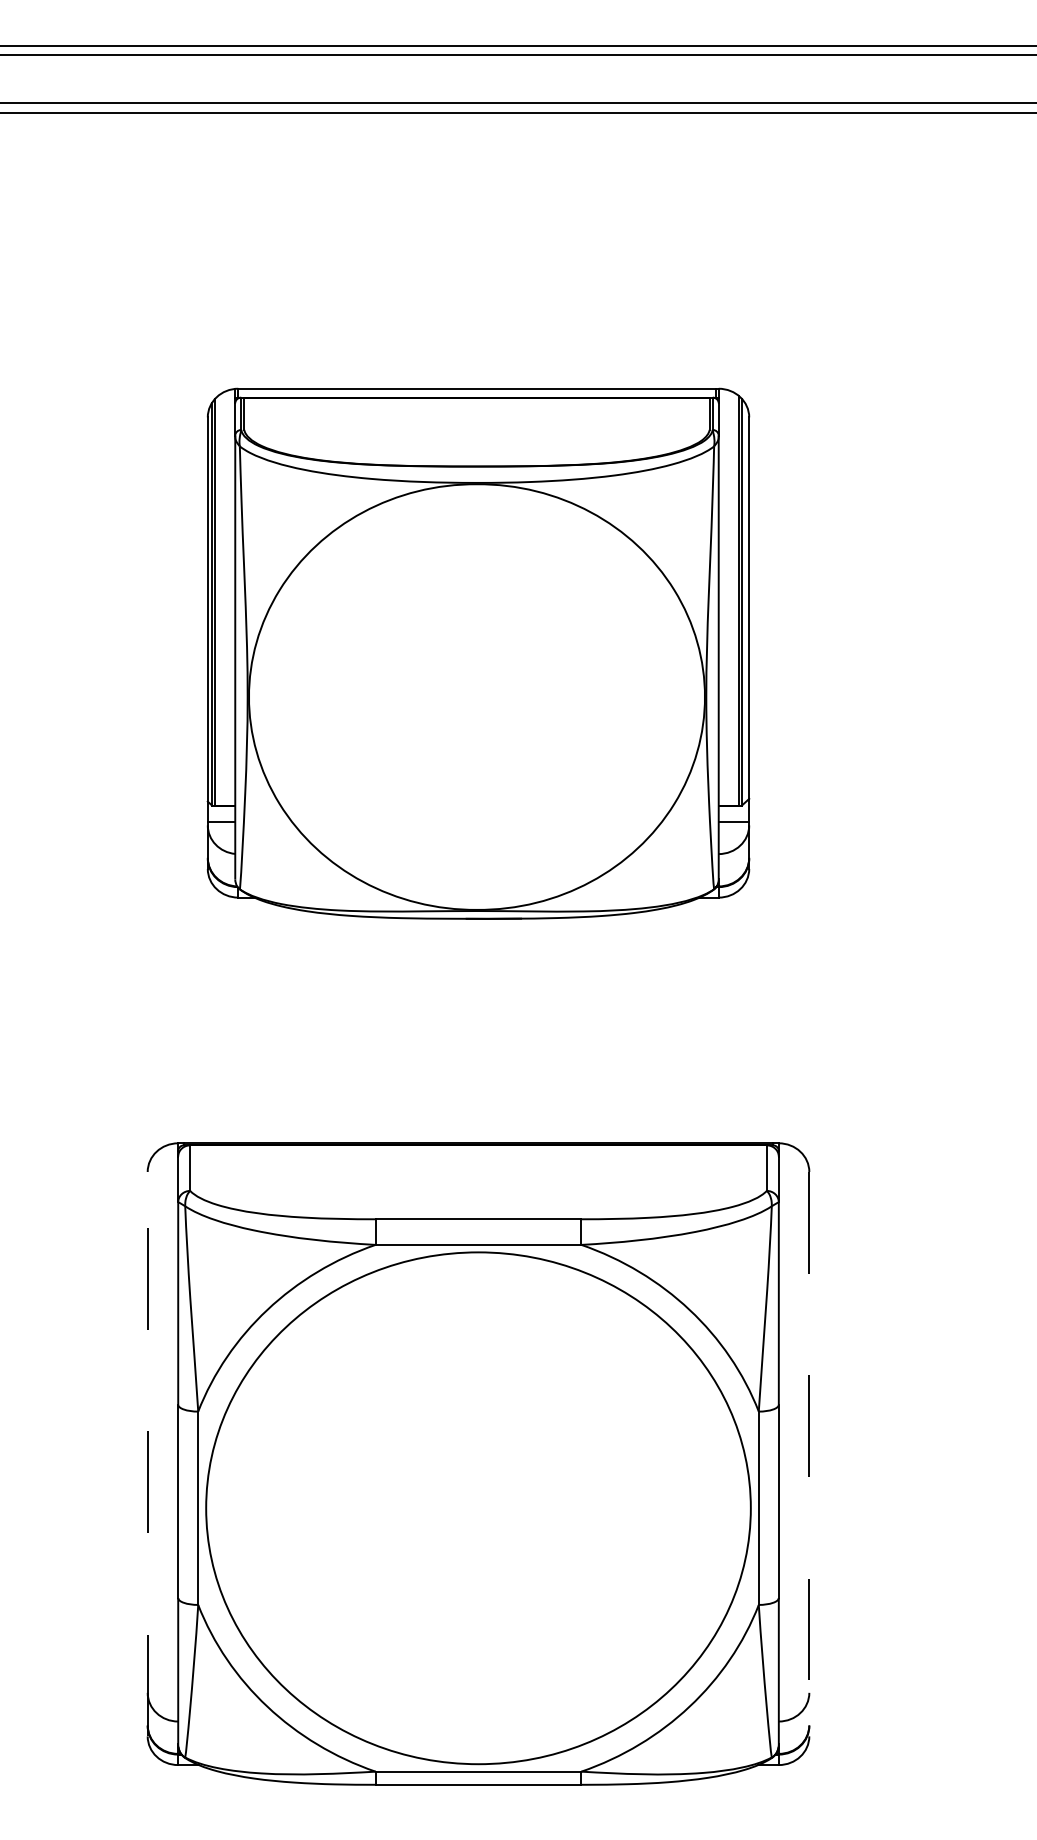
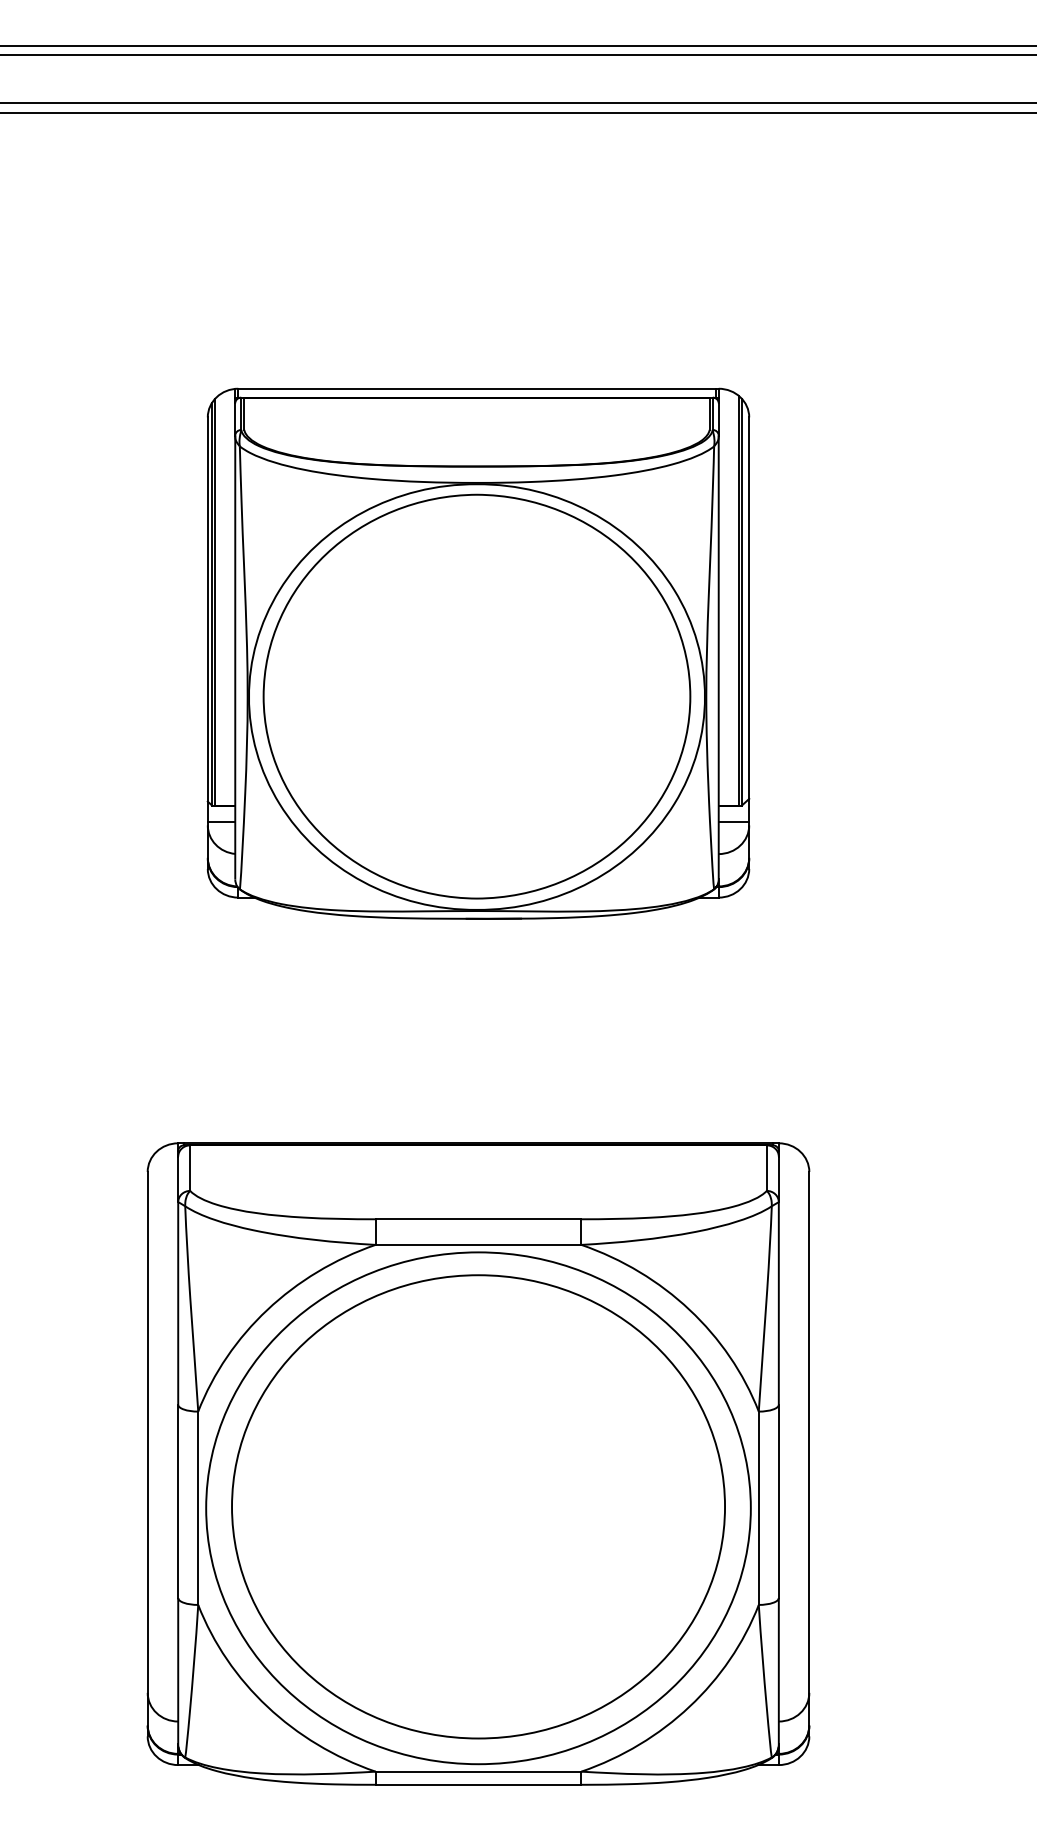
part at (476, 696): none -> present
line at (147, 1453): dashed -> solid
line at (809, 1454): dashed -> solid
part at (478, 1506): none -> present
